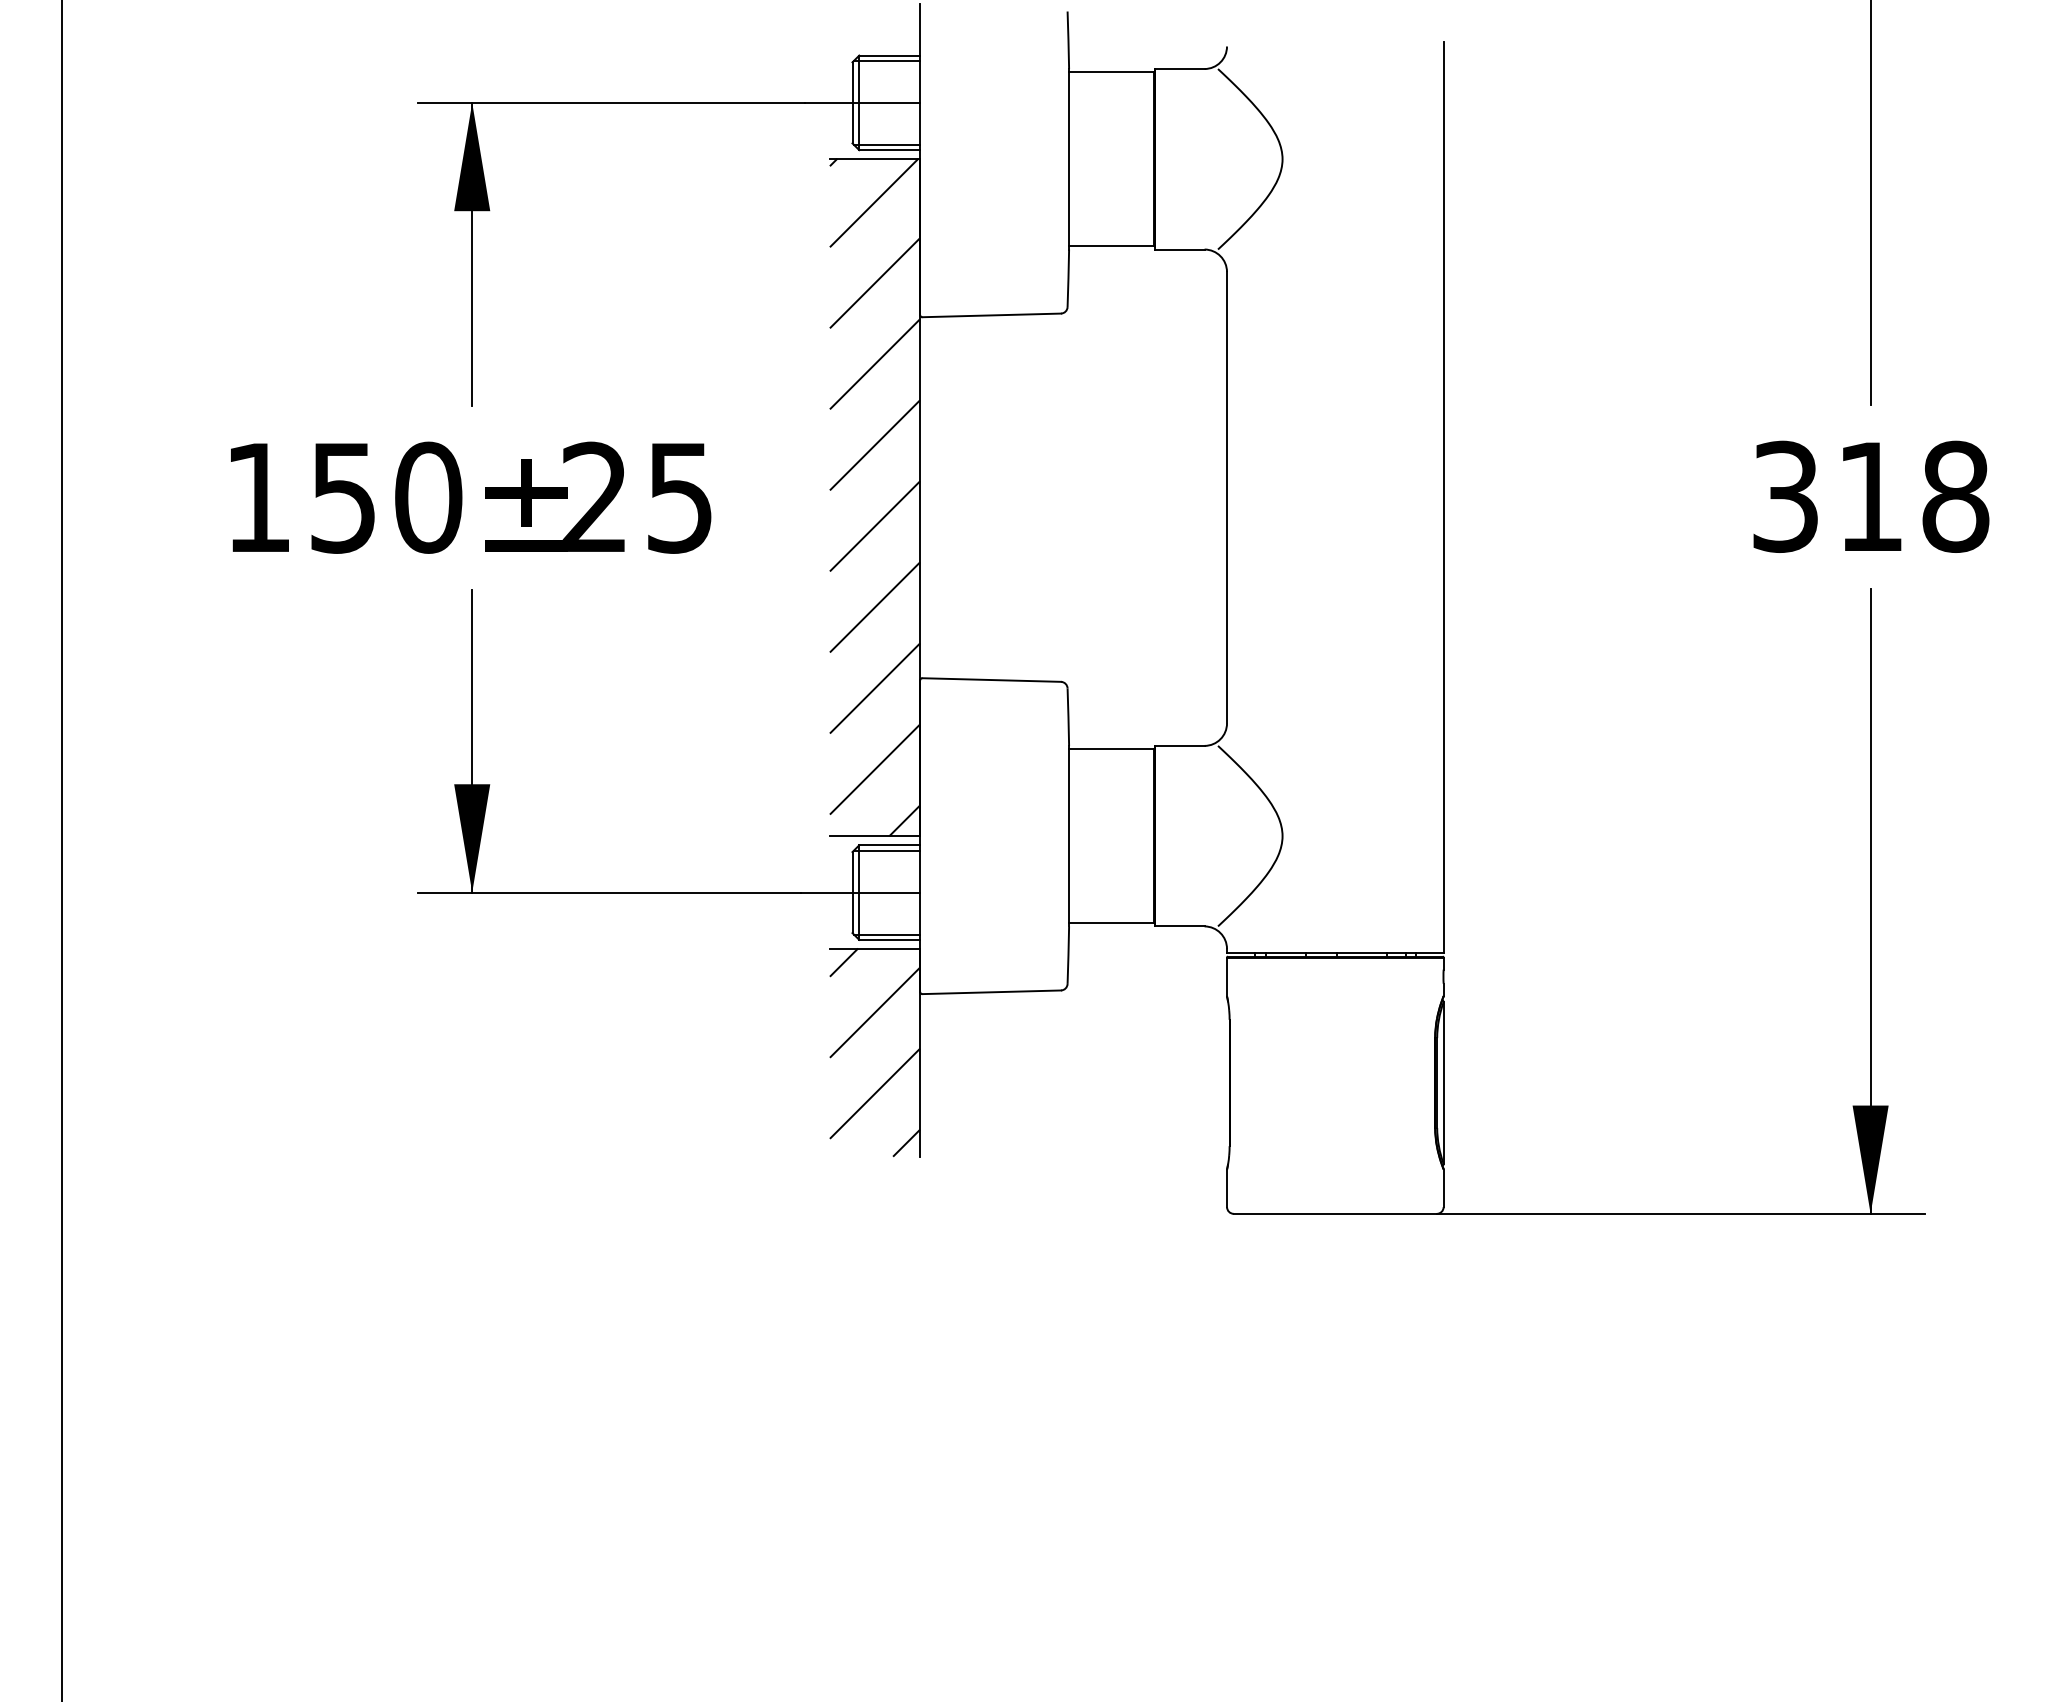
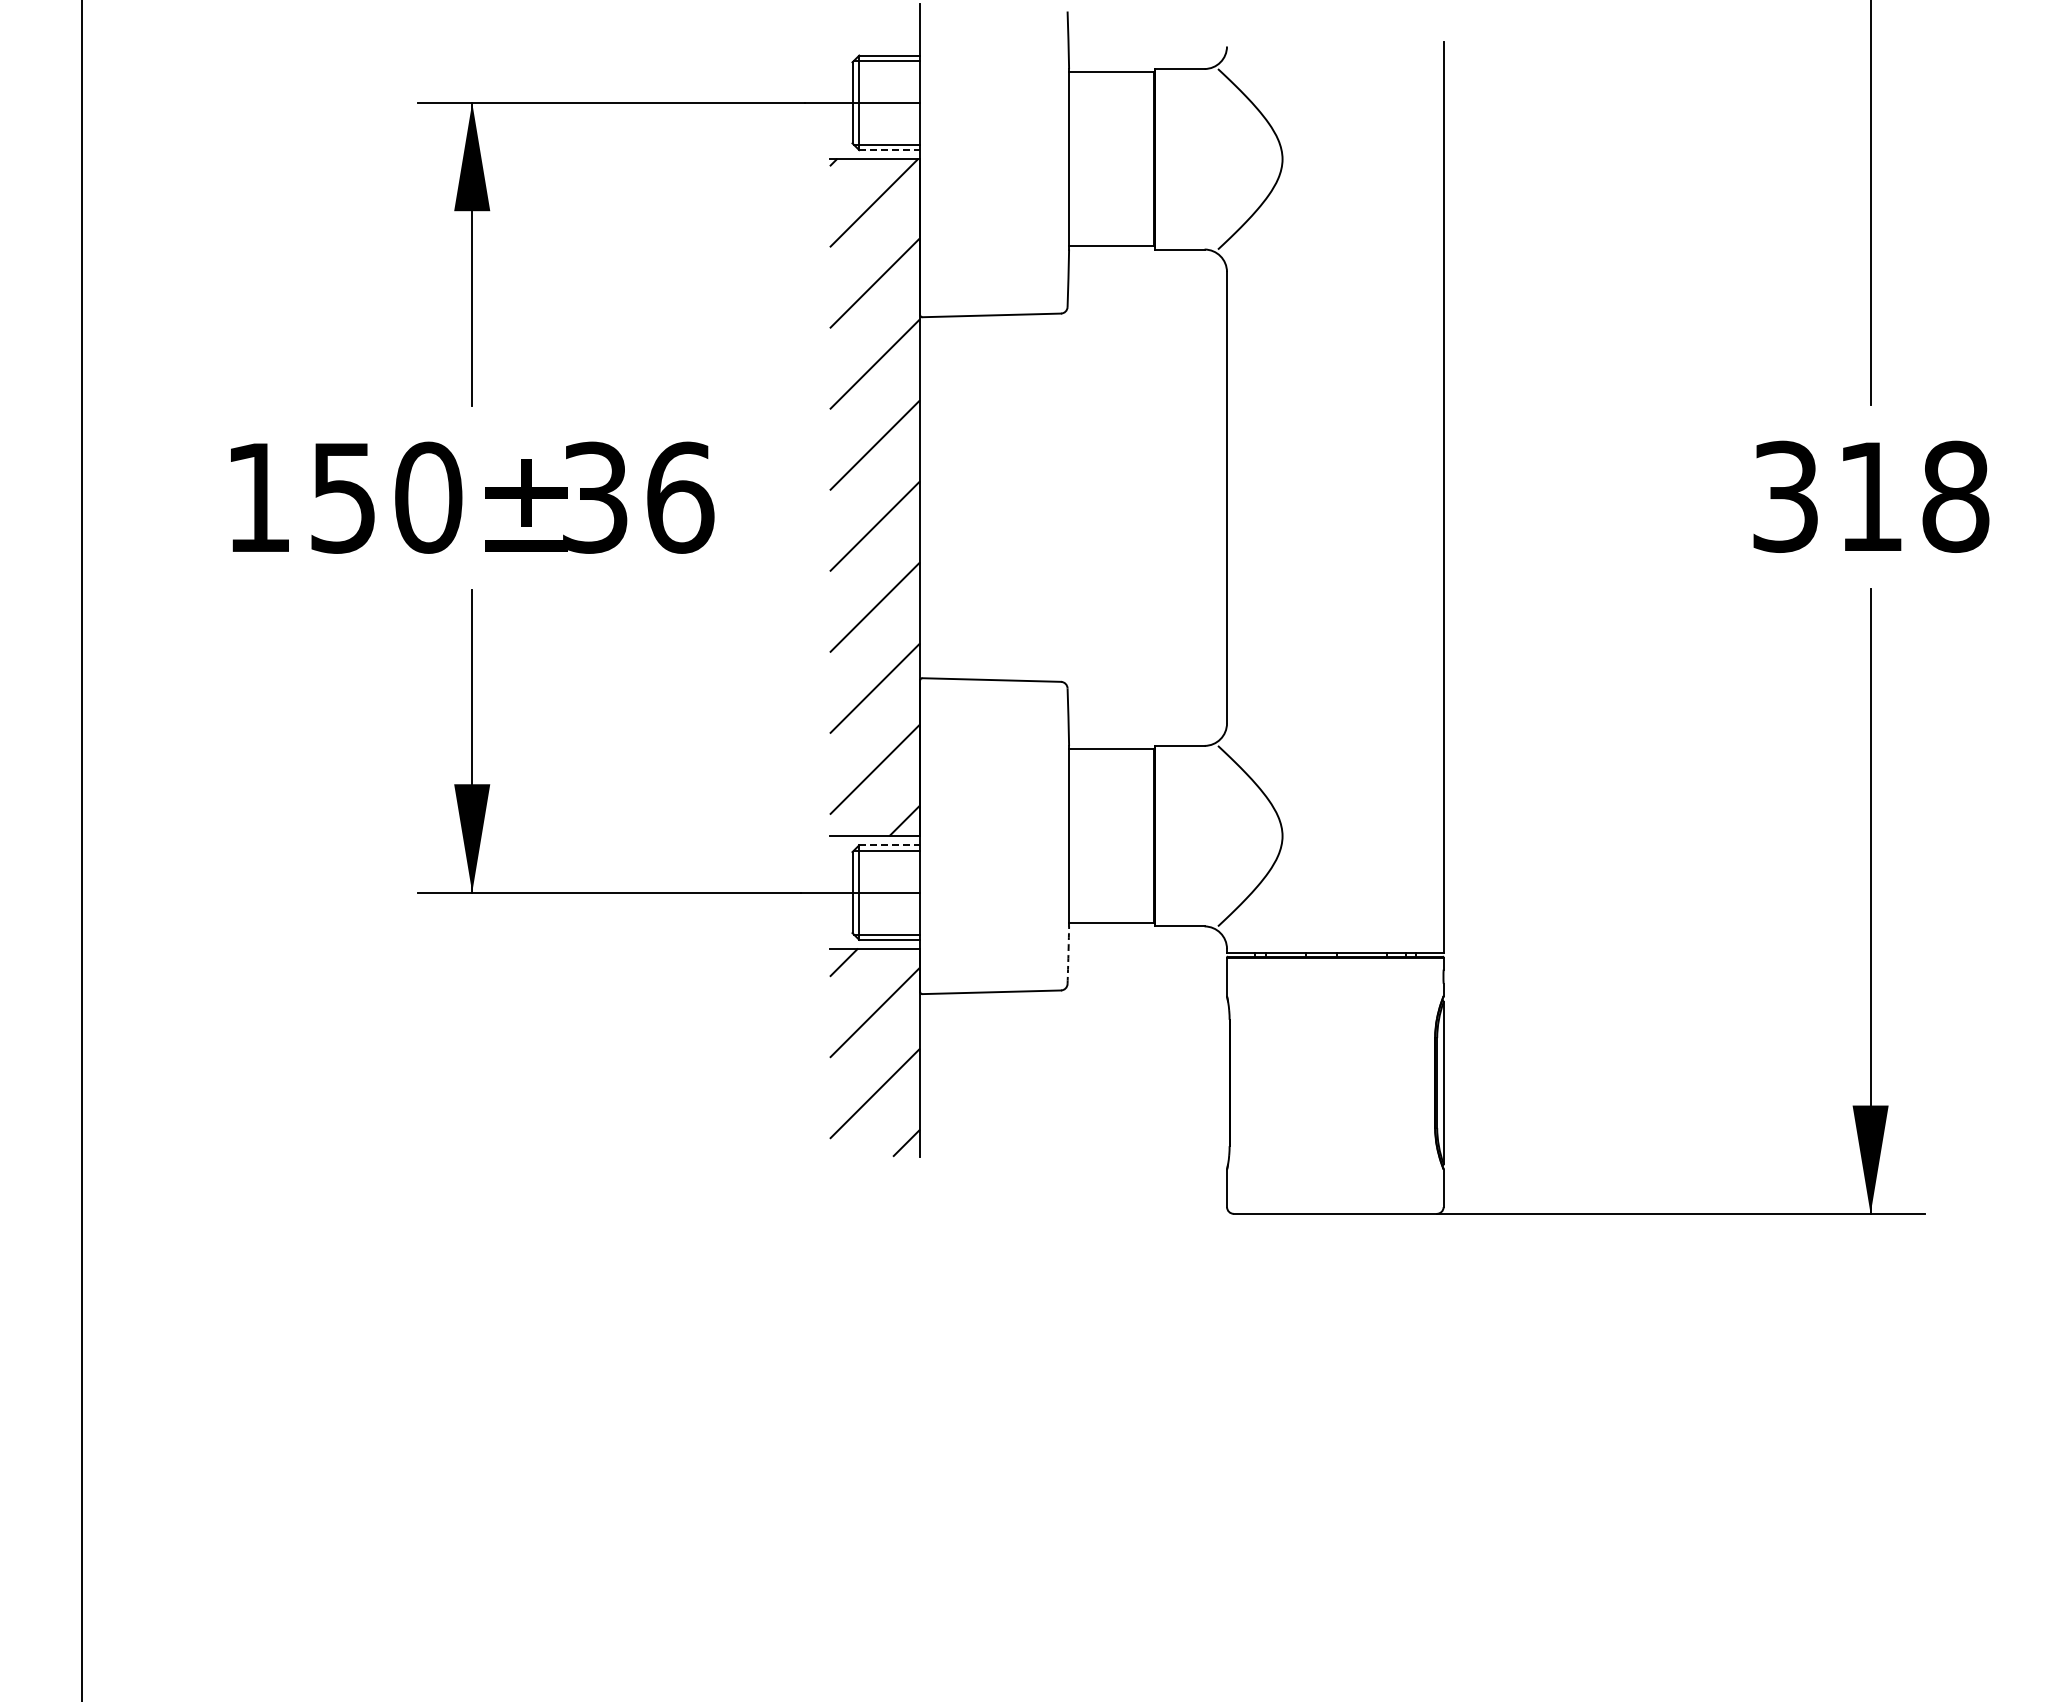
line at (890, 150): solid -> dashed
text at (638, 497): 25 -> 36
line at (890, 845): solid -> dashed
line at (61, 850) position: (61, 850) -> (81, 850)
arc at (1068, 955): solid -> dashed
